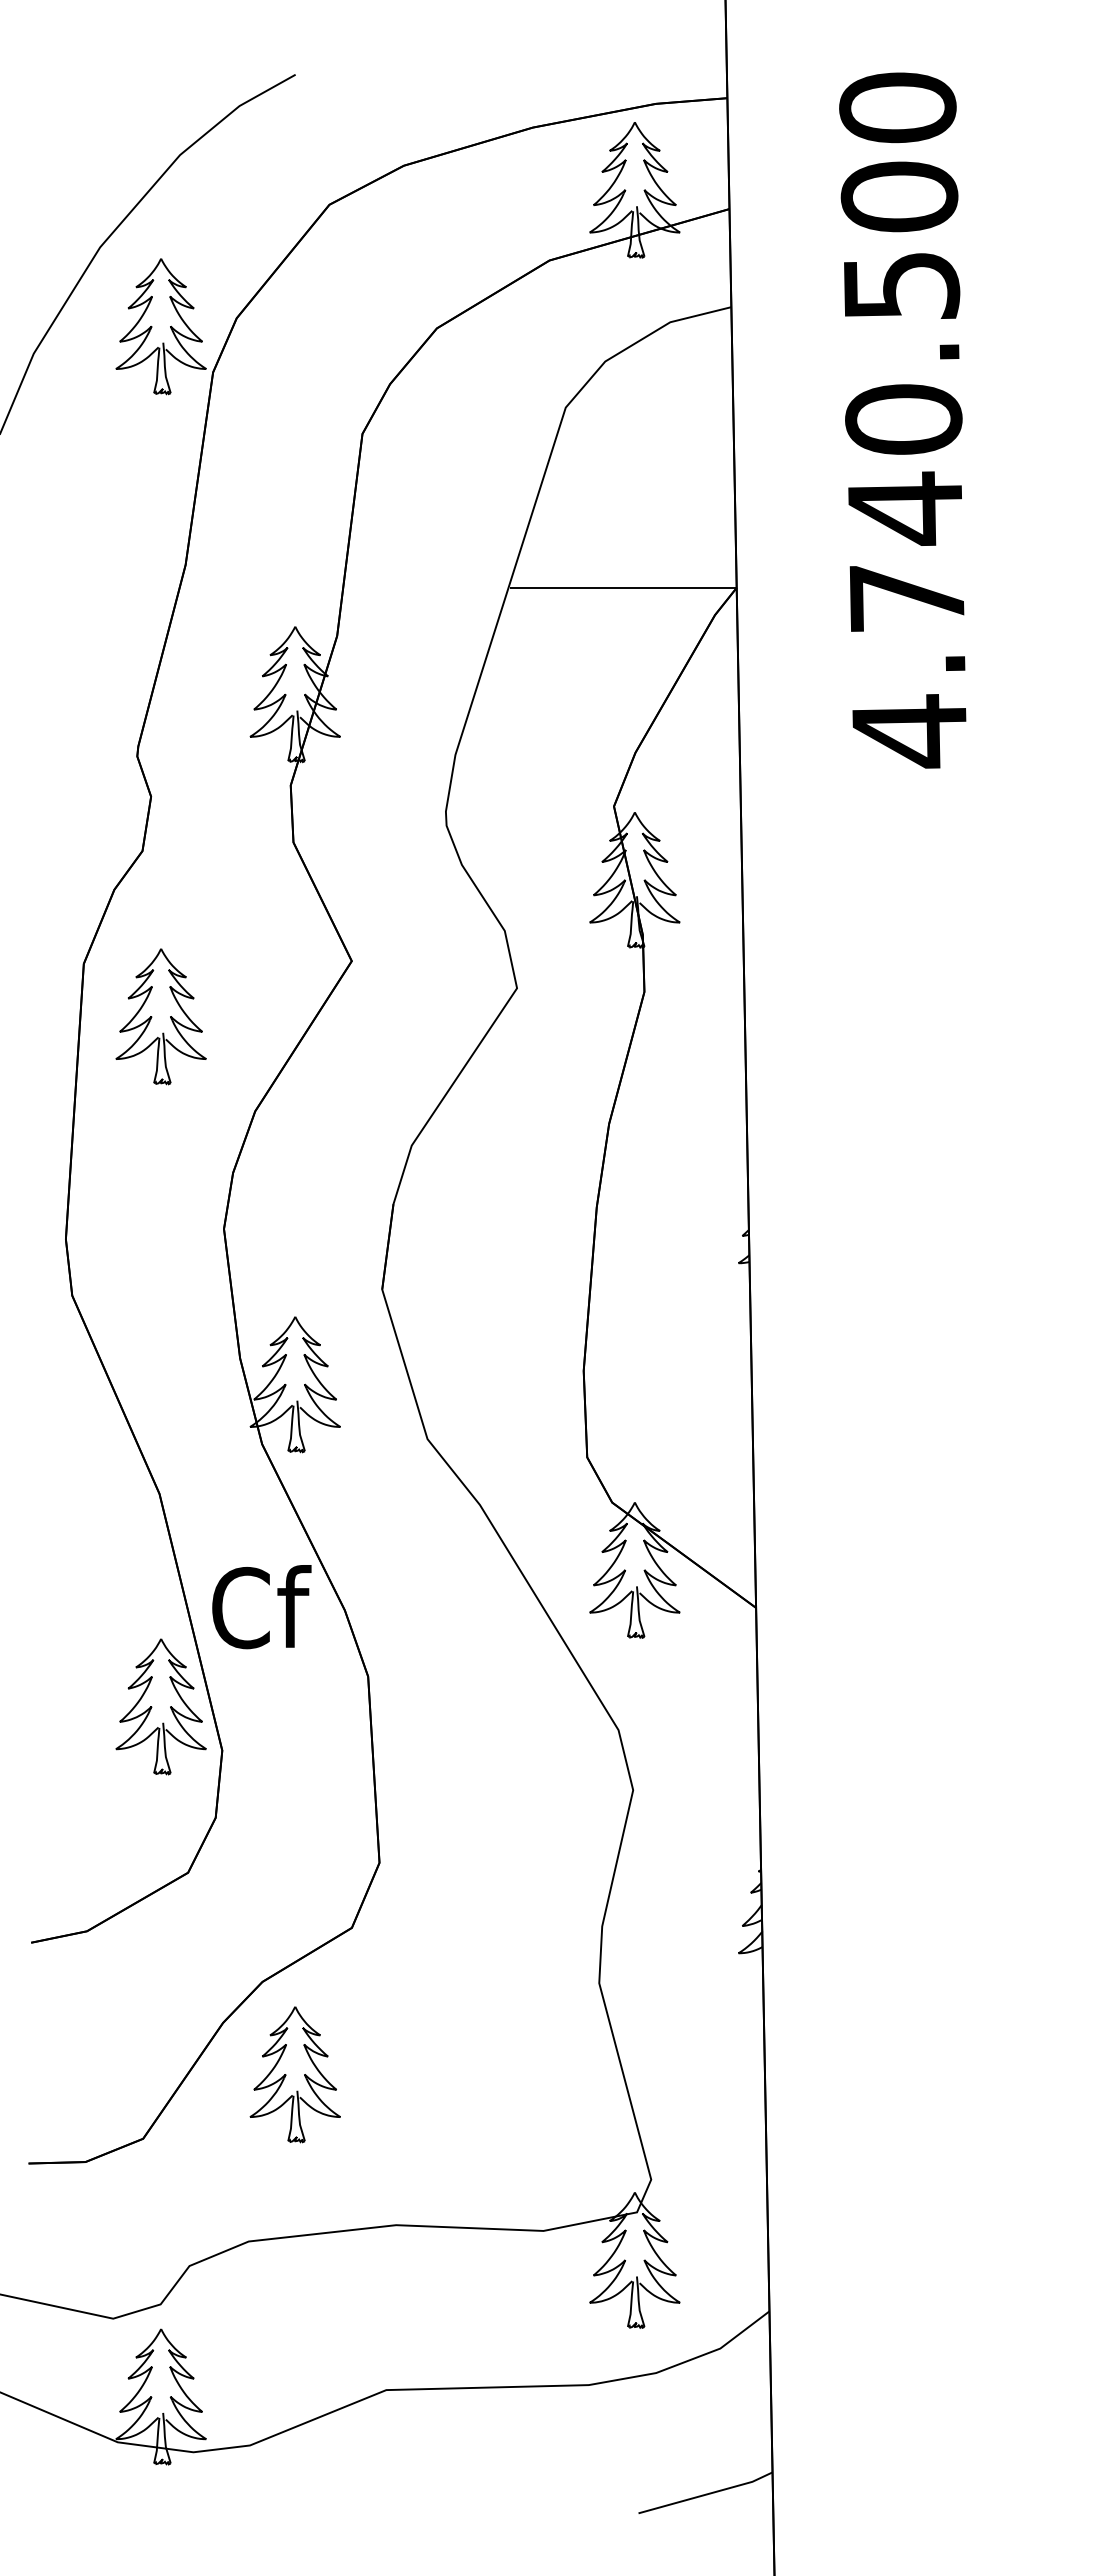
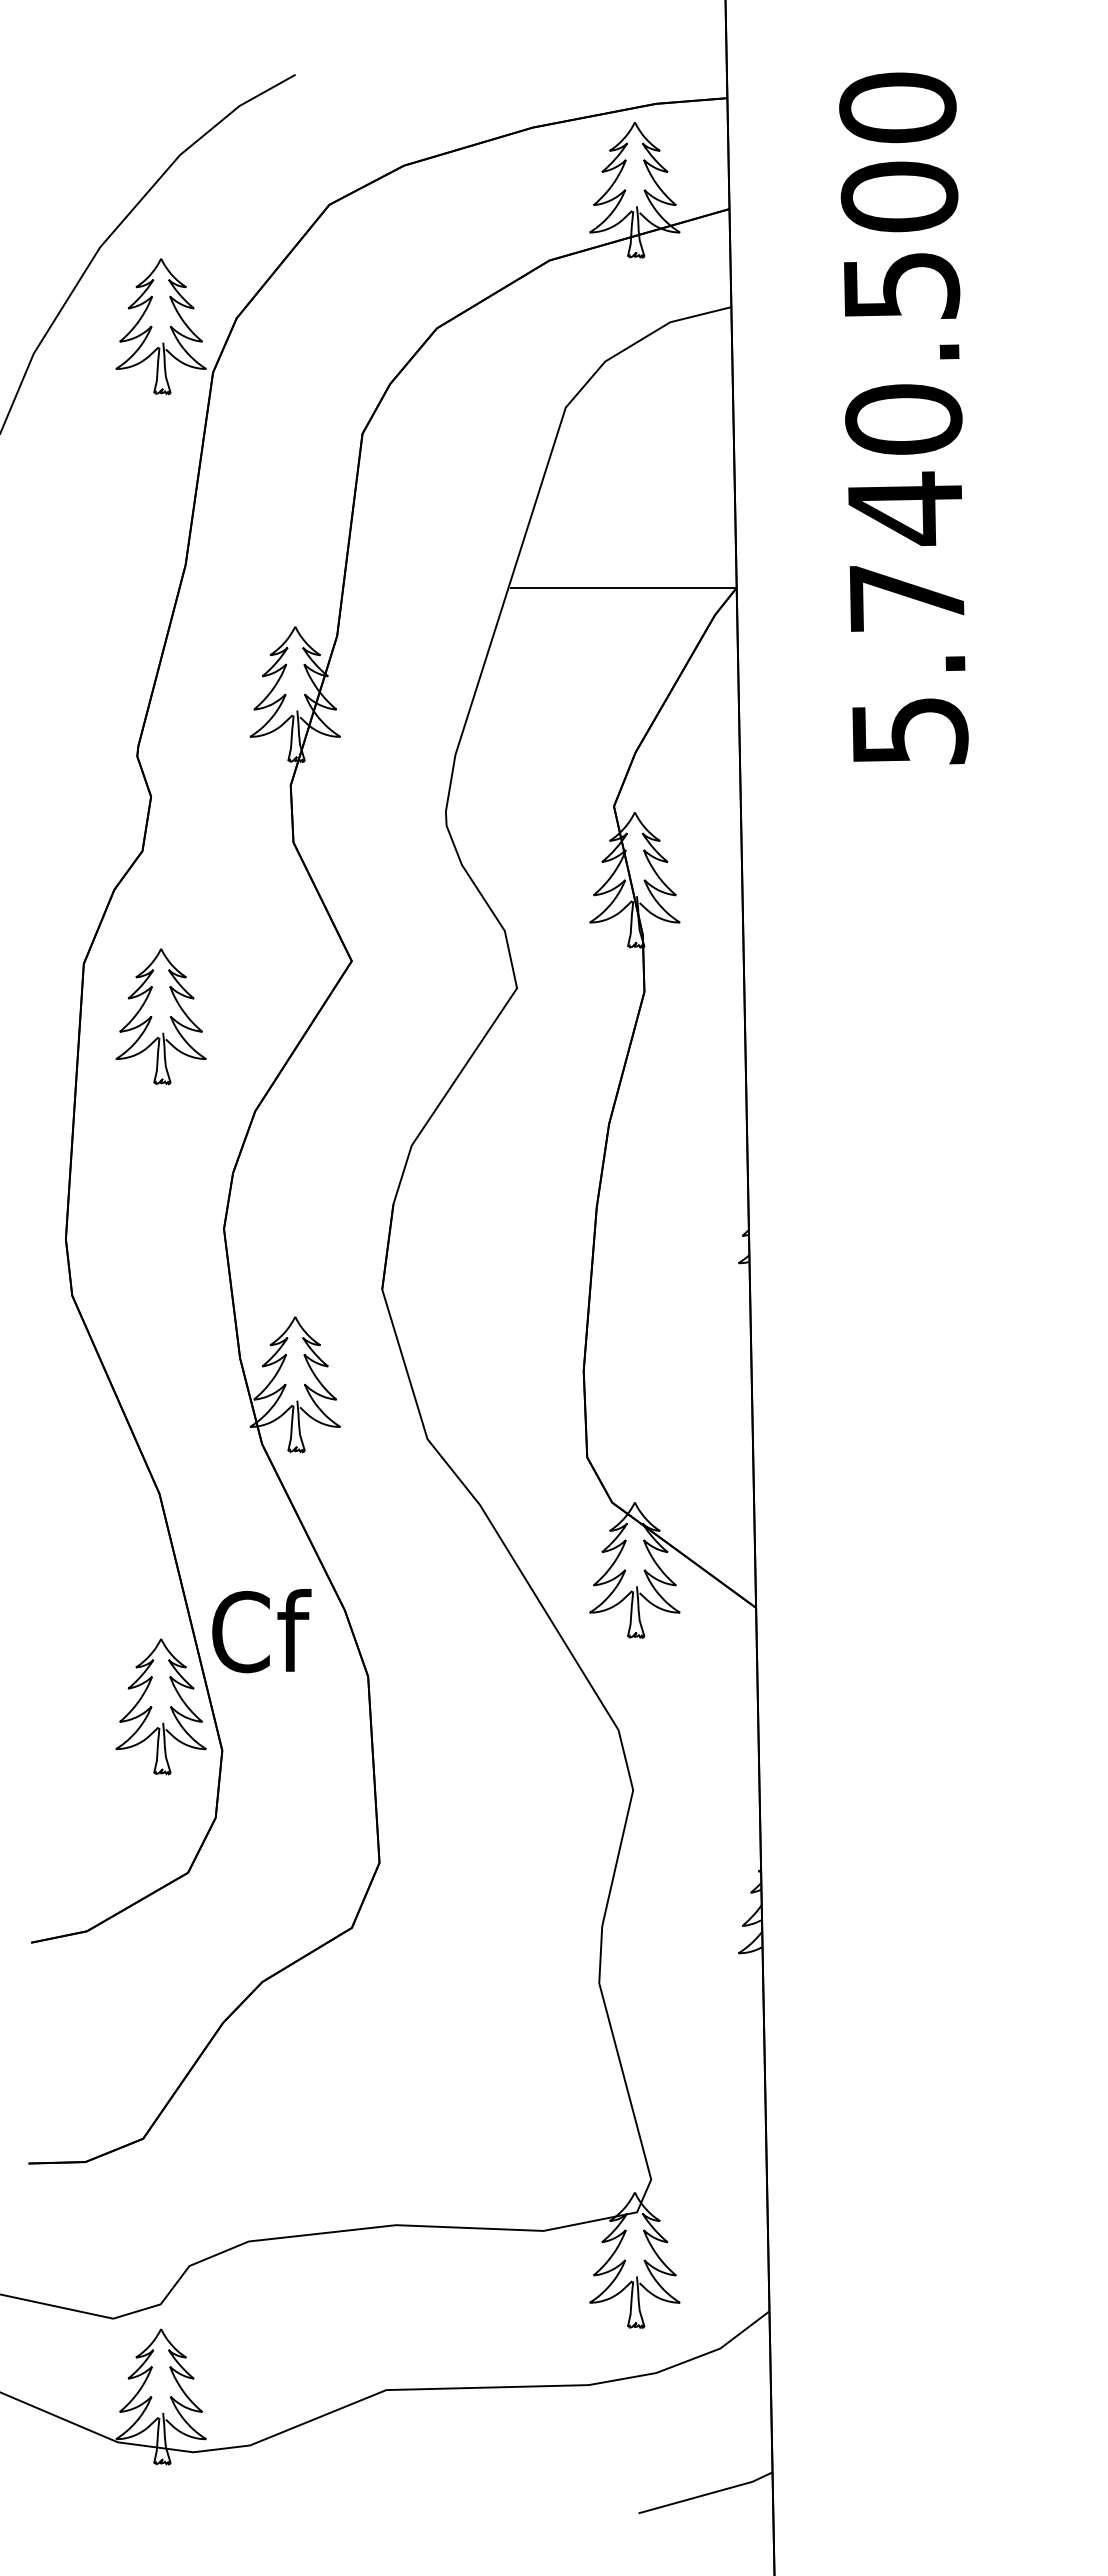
text at (910, 731): 4.740.500 -> 5.740.500
text at (261, 1607) position: (261, 1607) -> (261, 1631)
part at (294, 2074): present -> none
